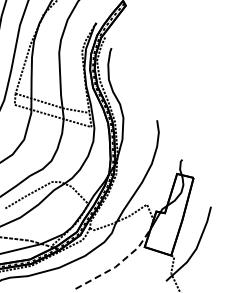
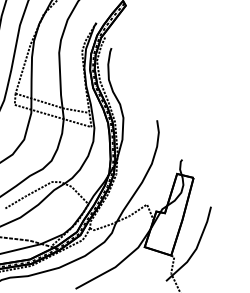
line at (118, 264): dashed -> solid
